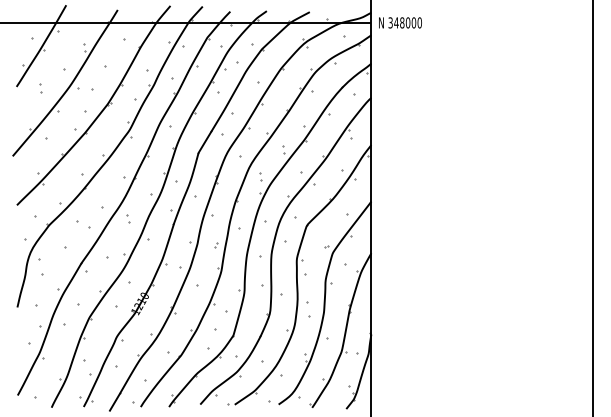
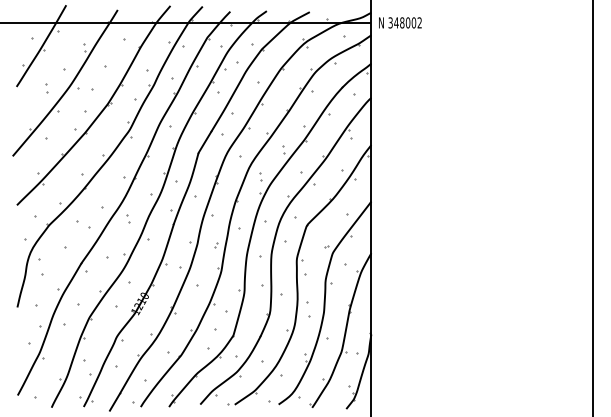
text at (419, 22): 348000 -> 348002
part at (40, 88) position: (40, 88) -> (46, 88)
